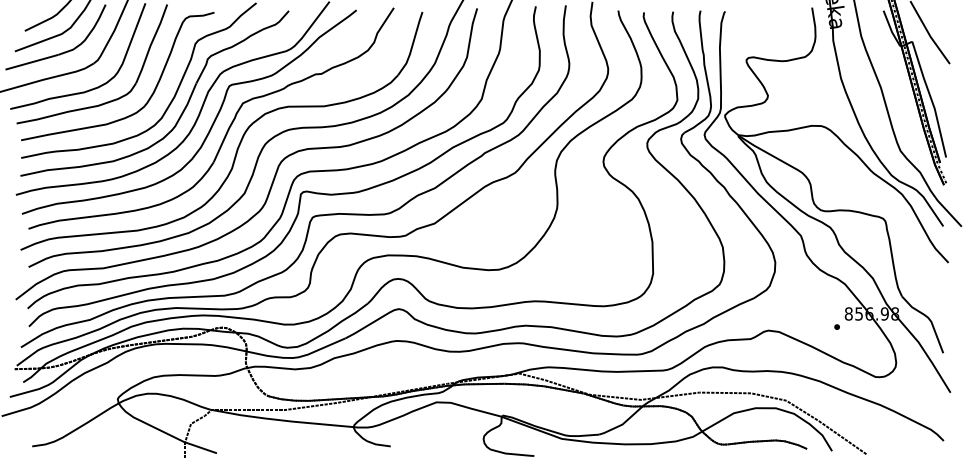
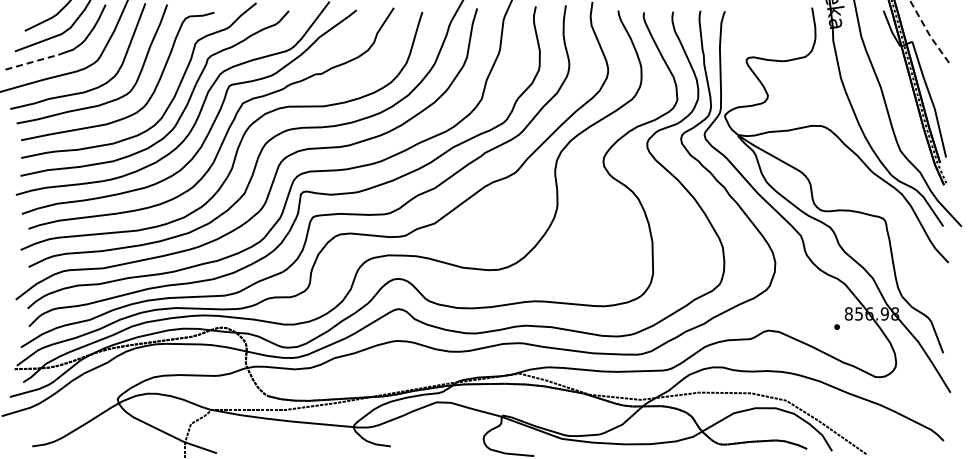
line at (929, 34): solid -> dashed
line at (32, 62): solid -> dashed
